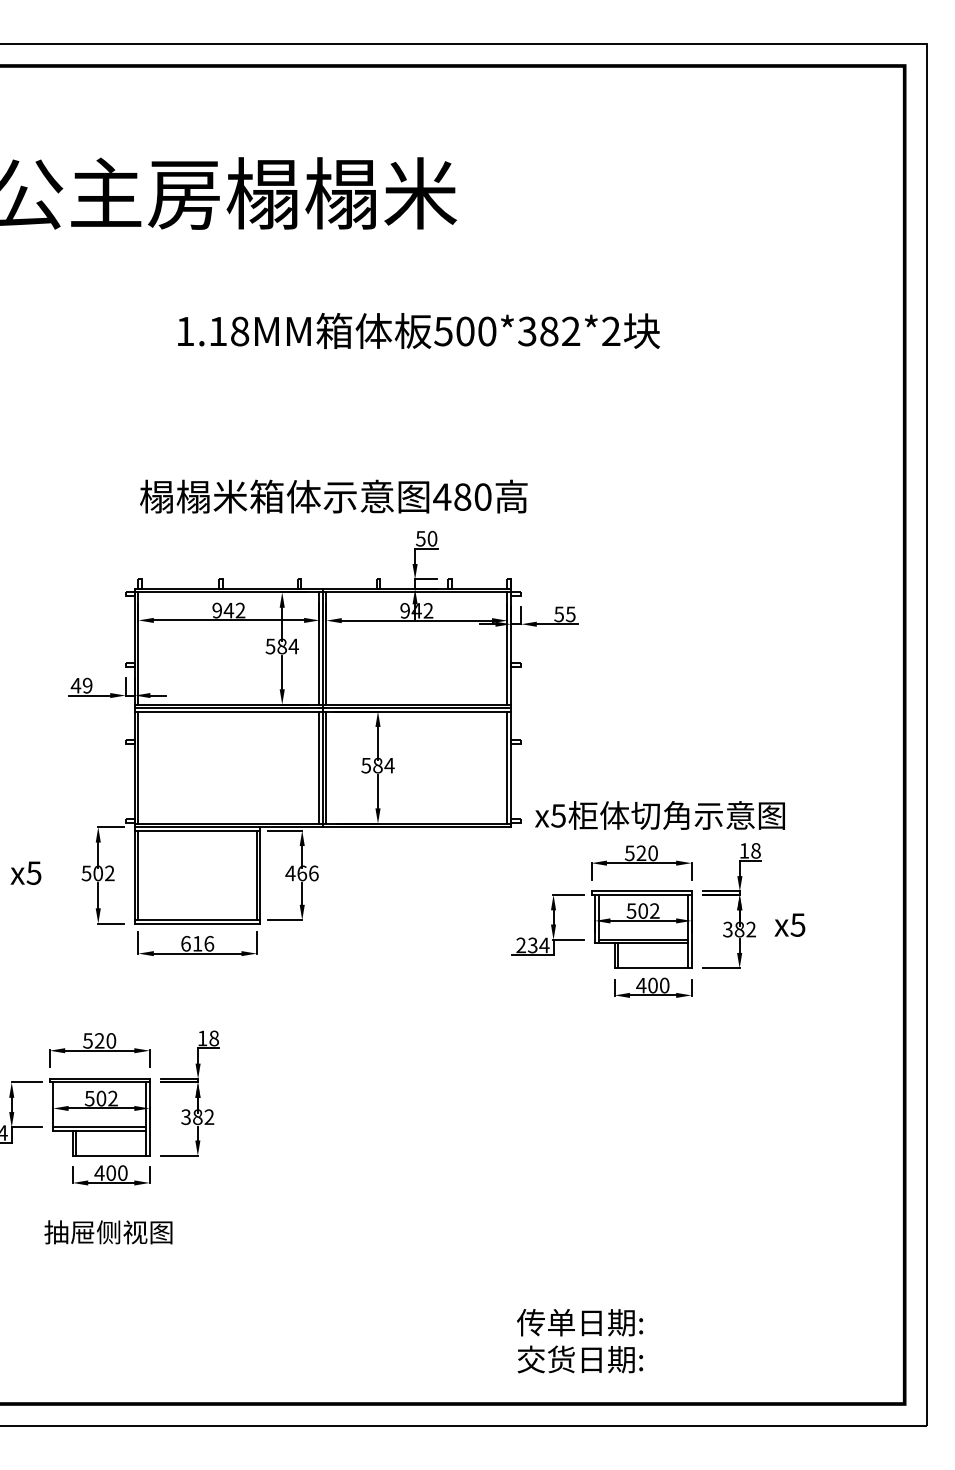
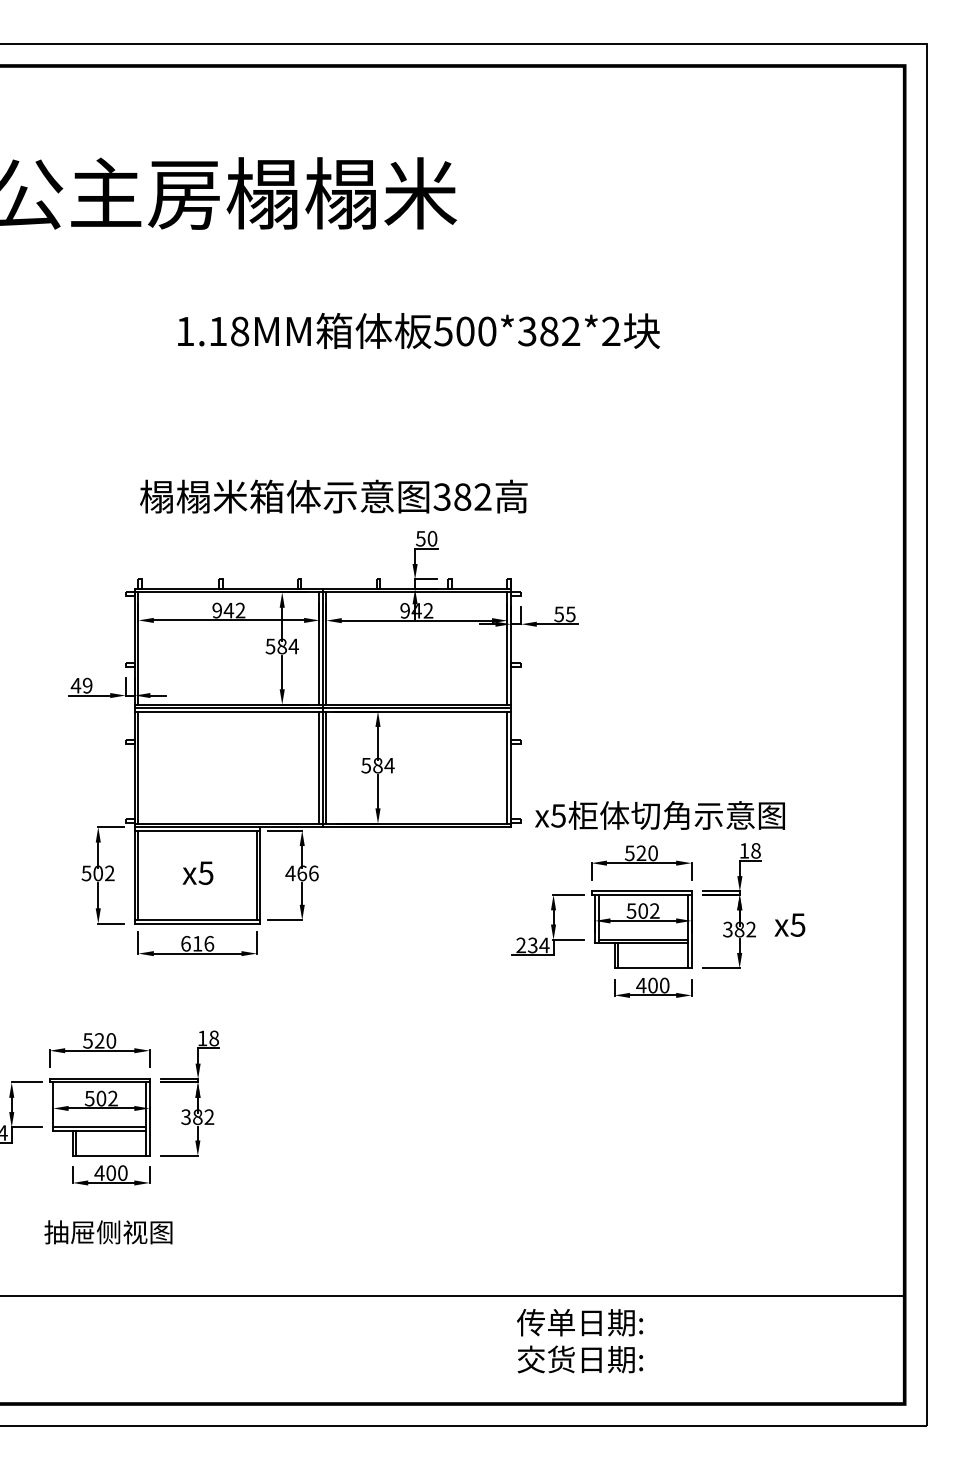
text at (462, 496): 480 -> 382
text at (25, 872) position: (25, 872) -> (197, 872)
line at (453, 1296): none -> present
